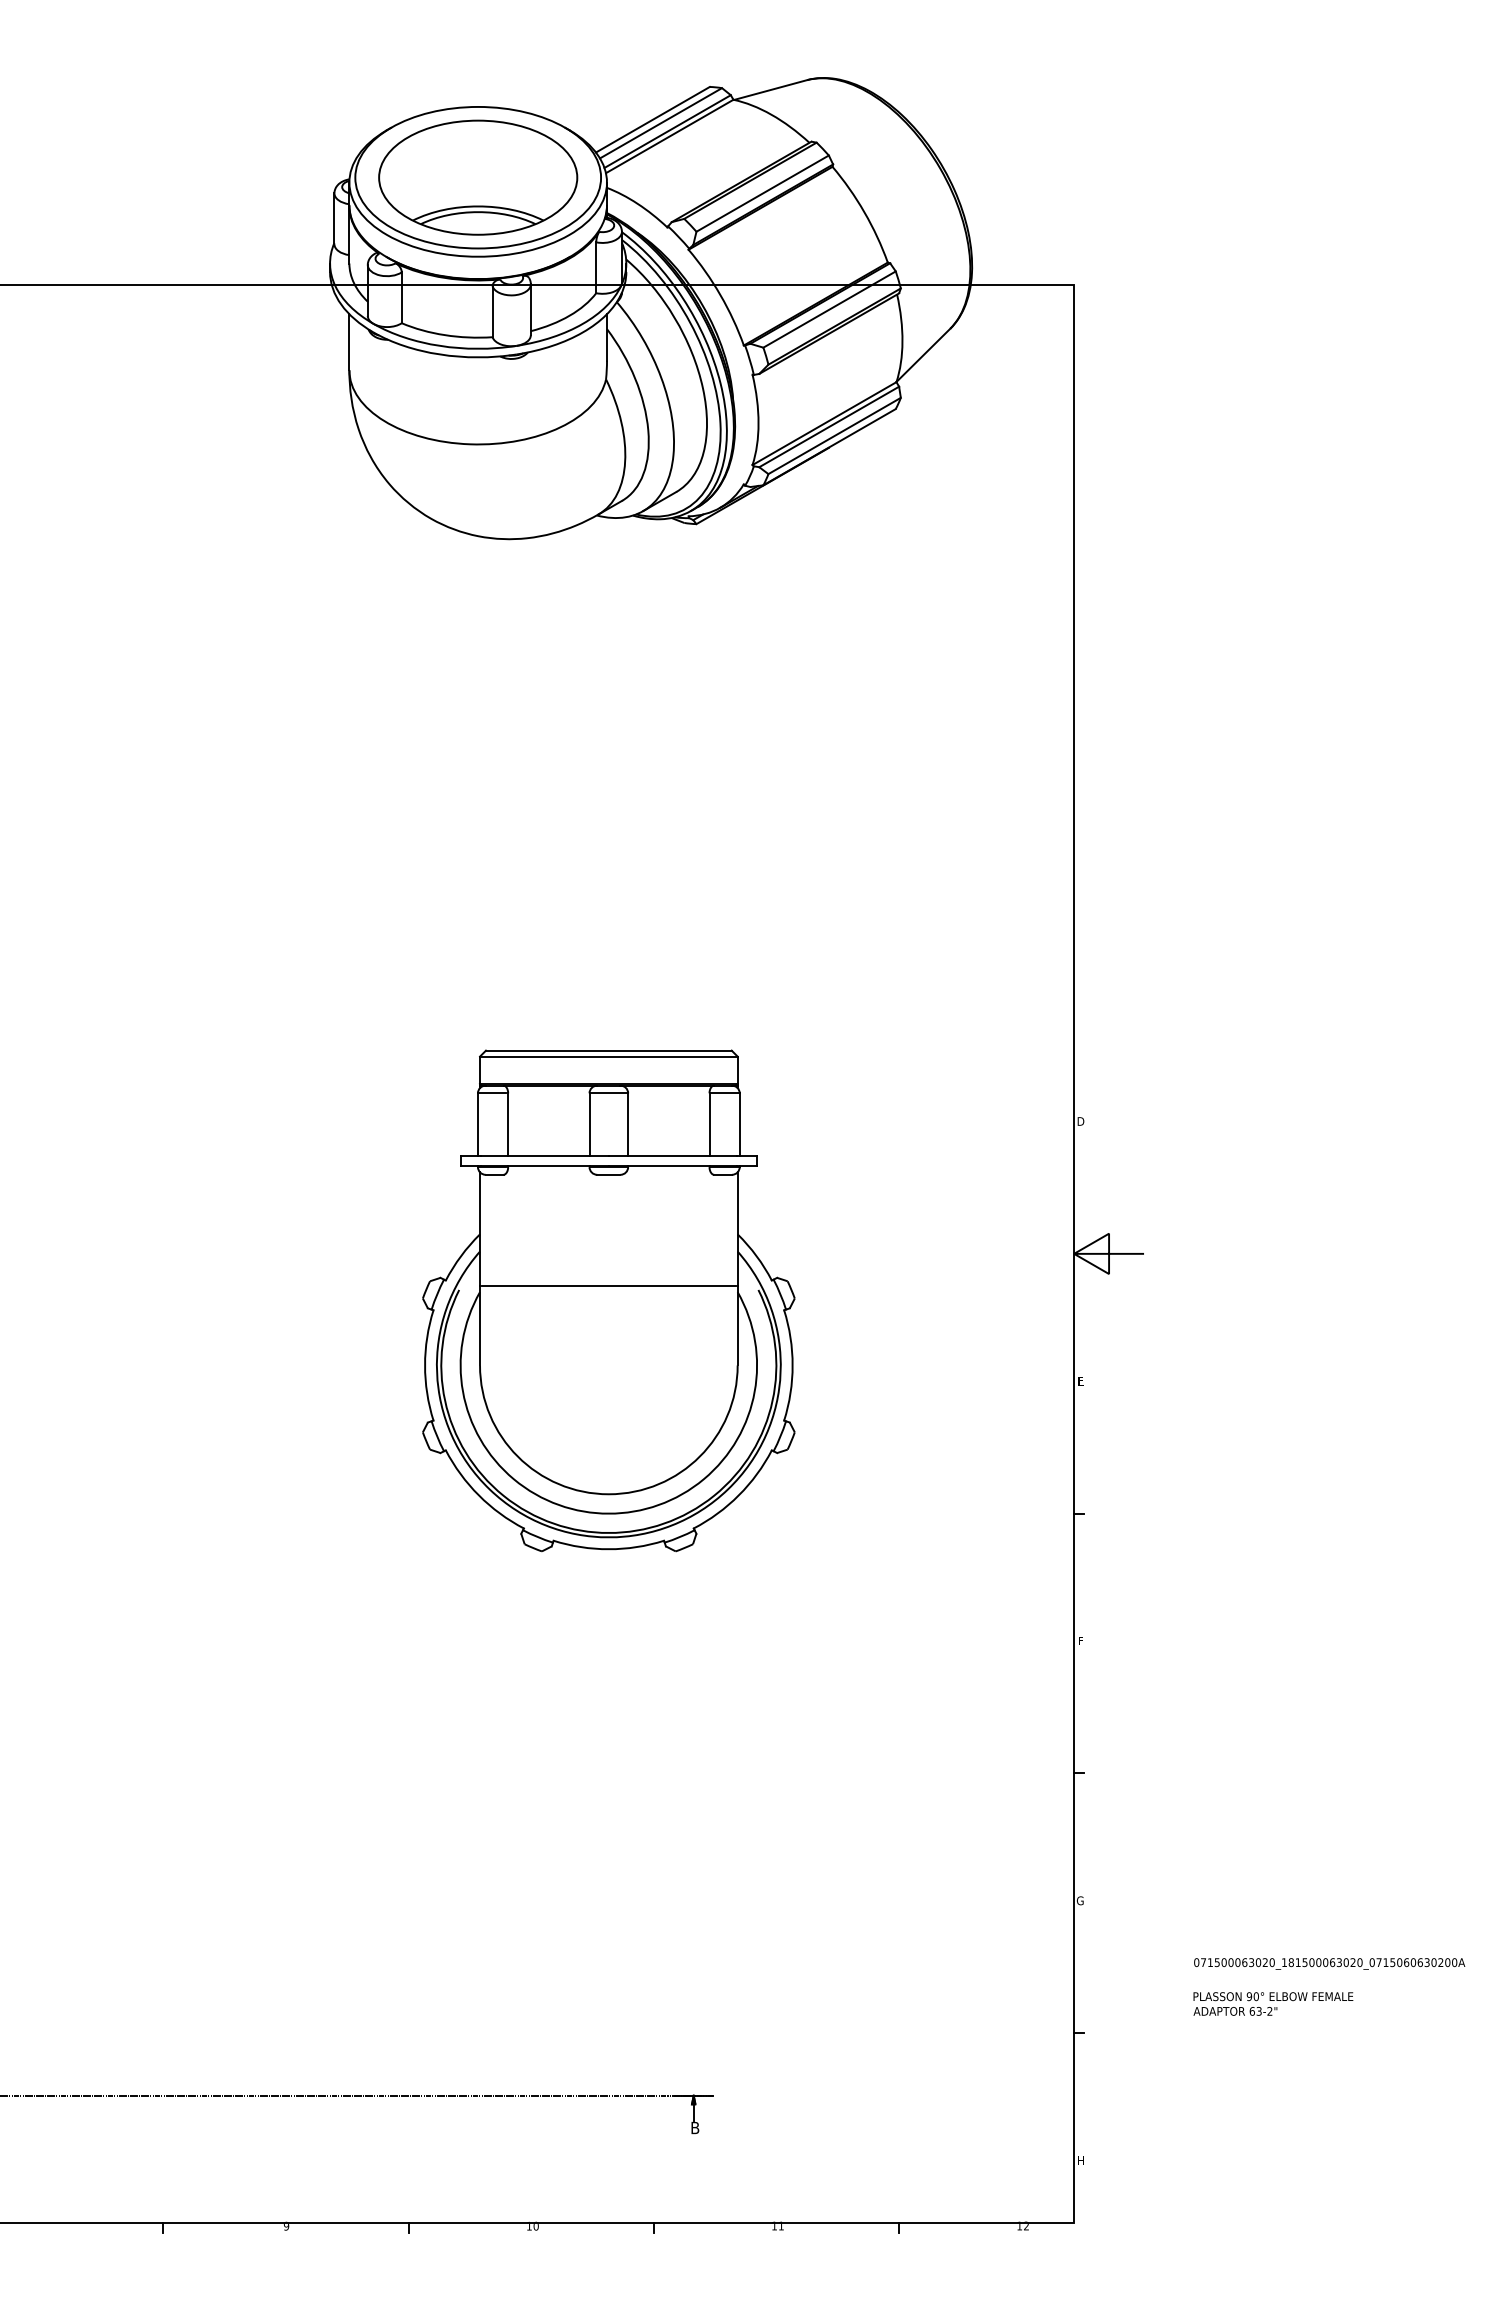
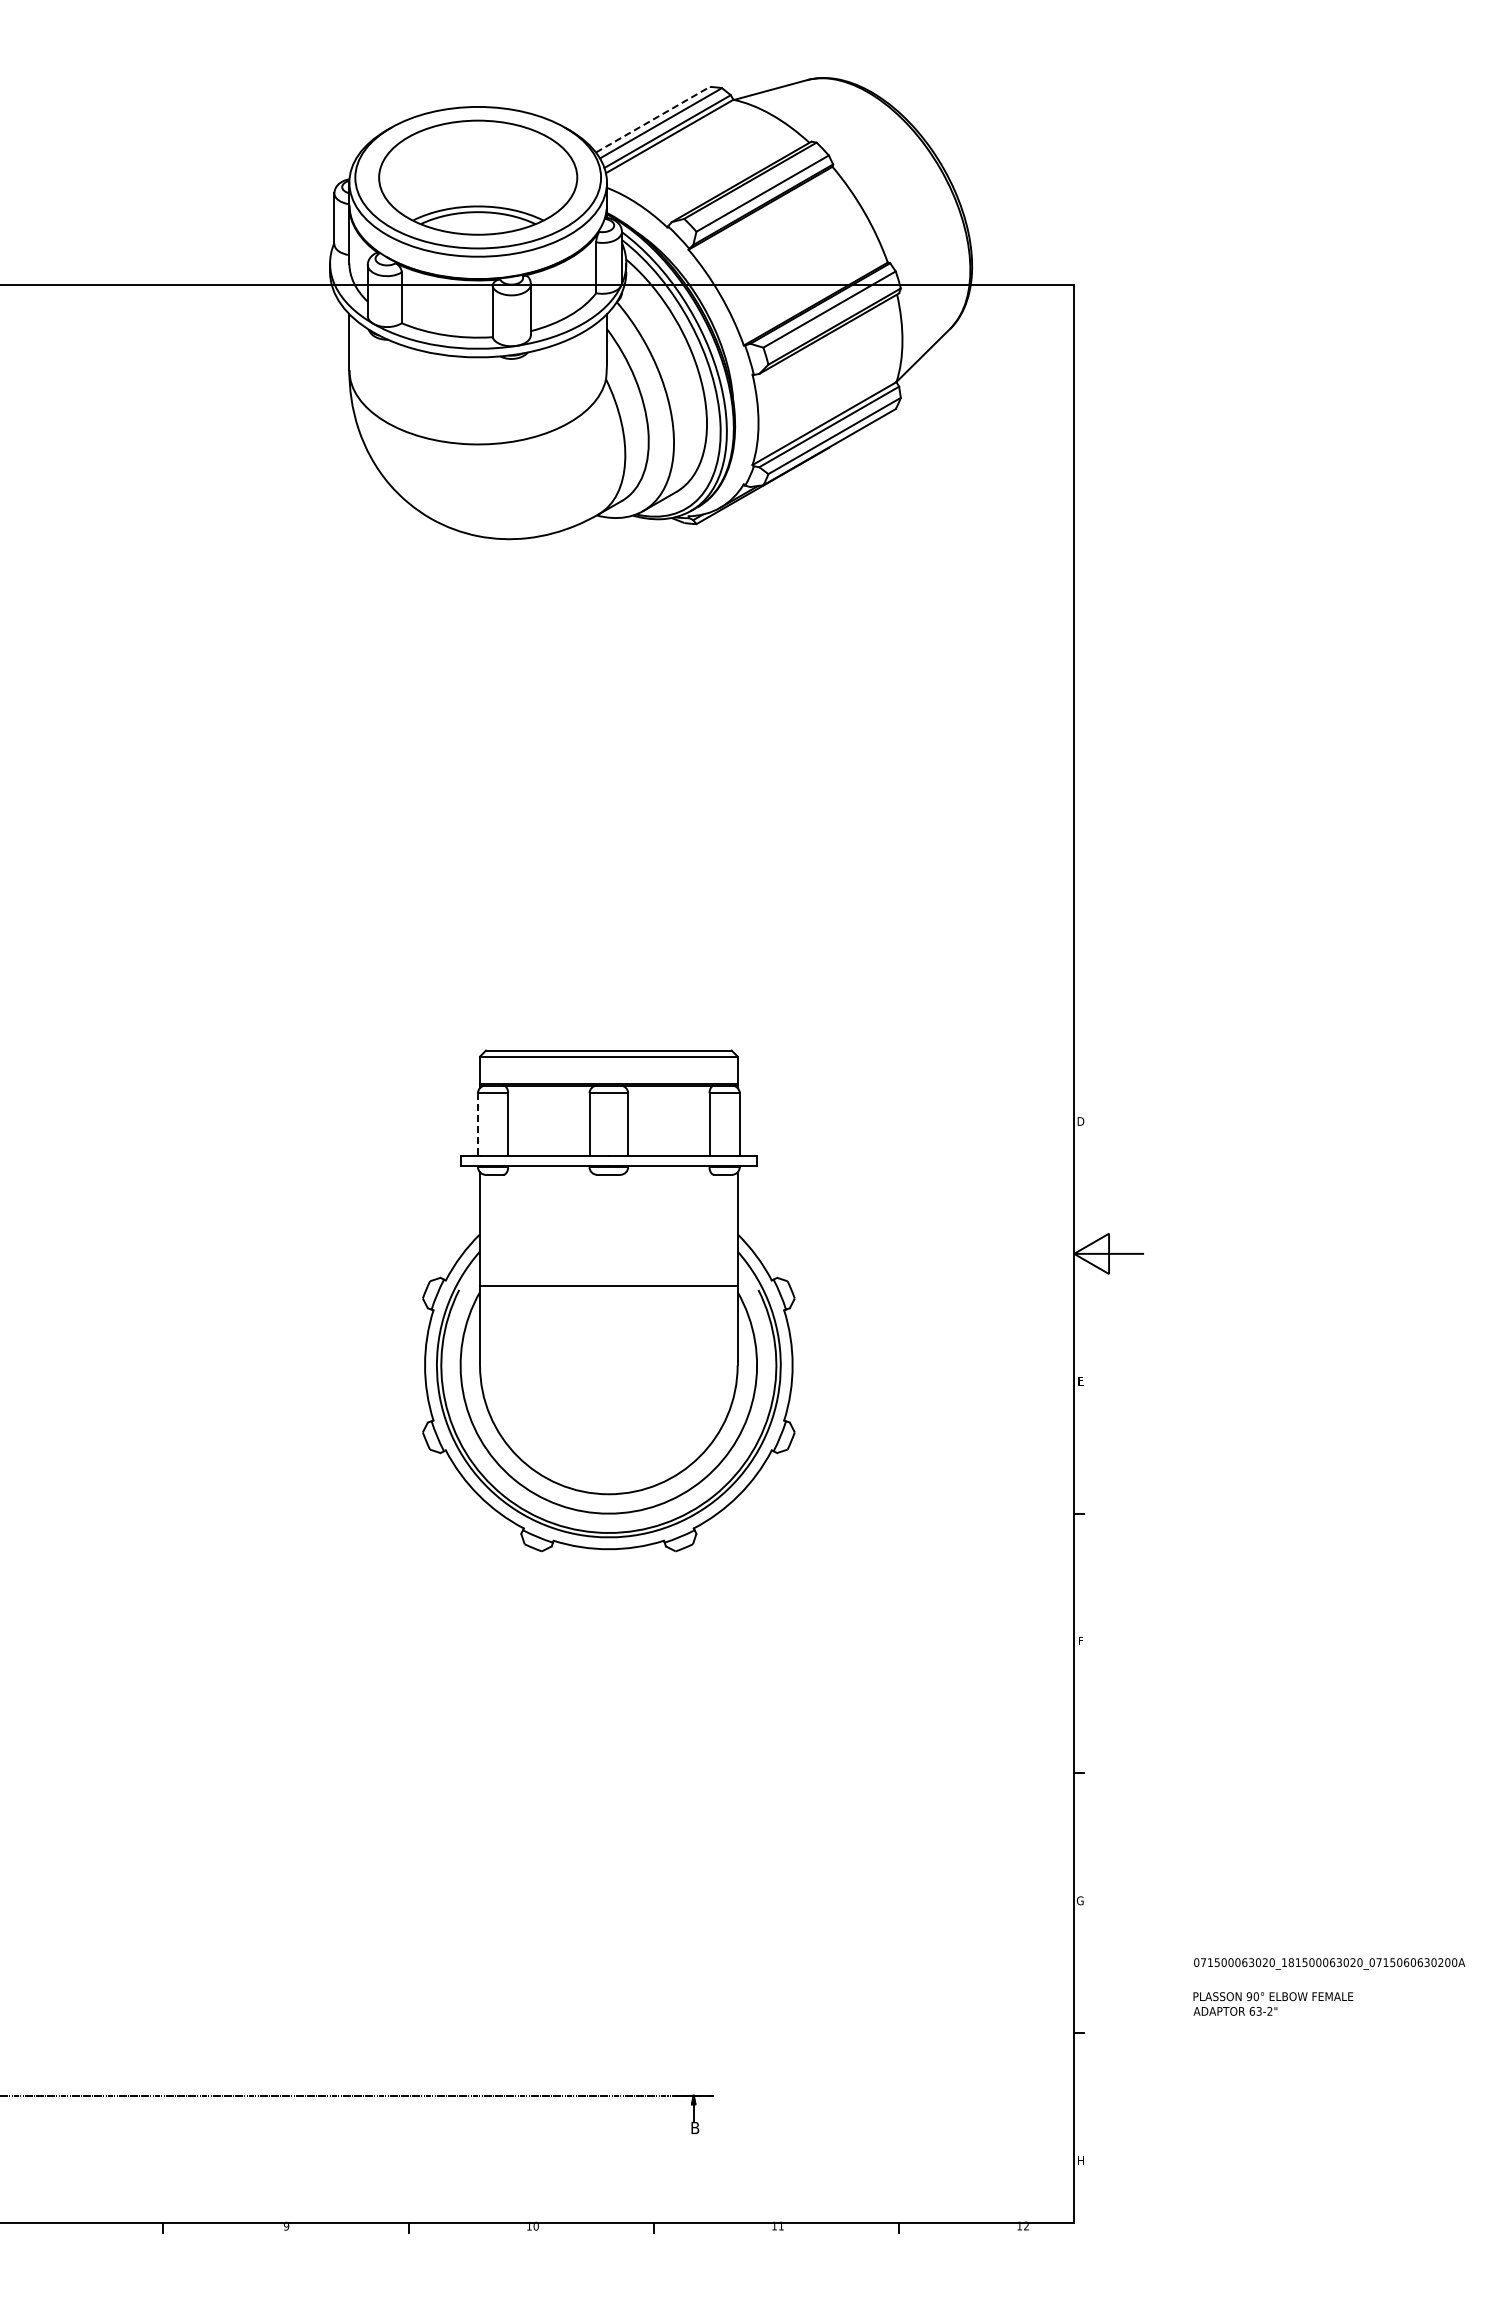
line at (652, 119): solid -> dashed
line at (477, 1124): solid -> dashed
